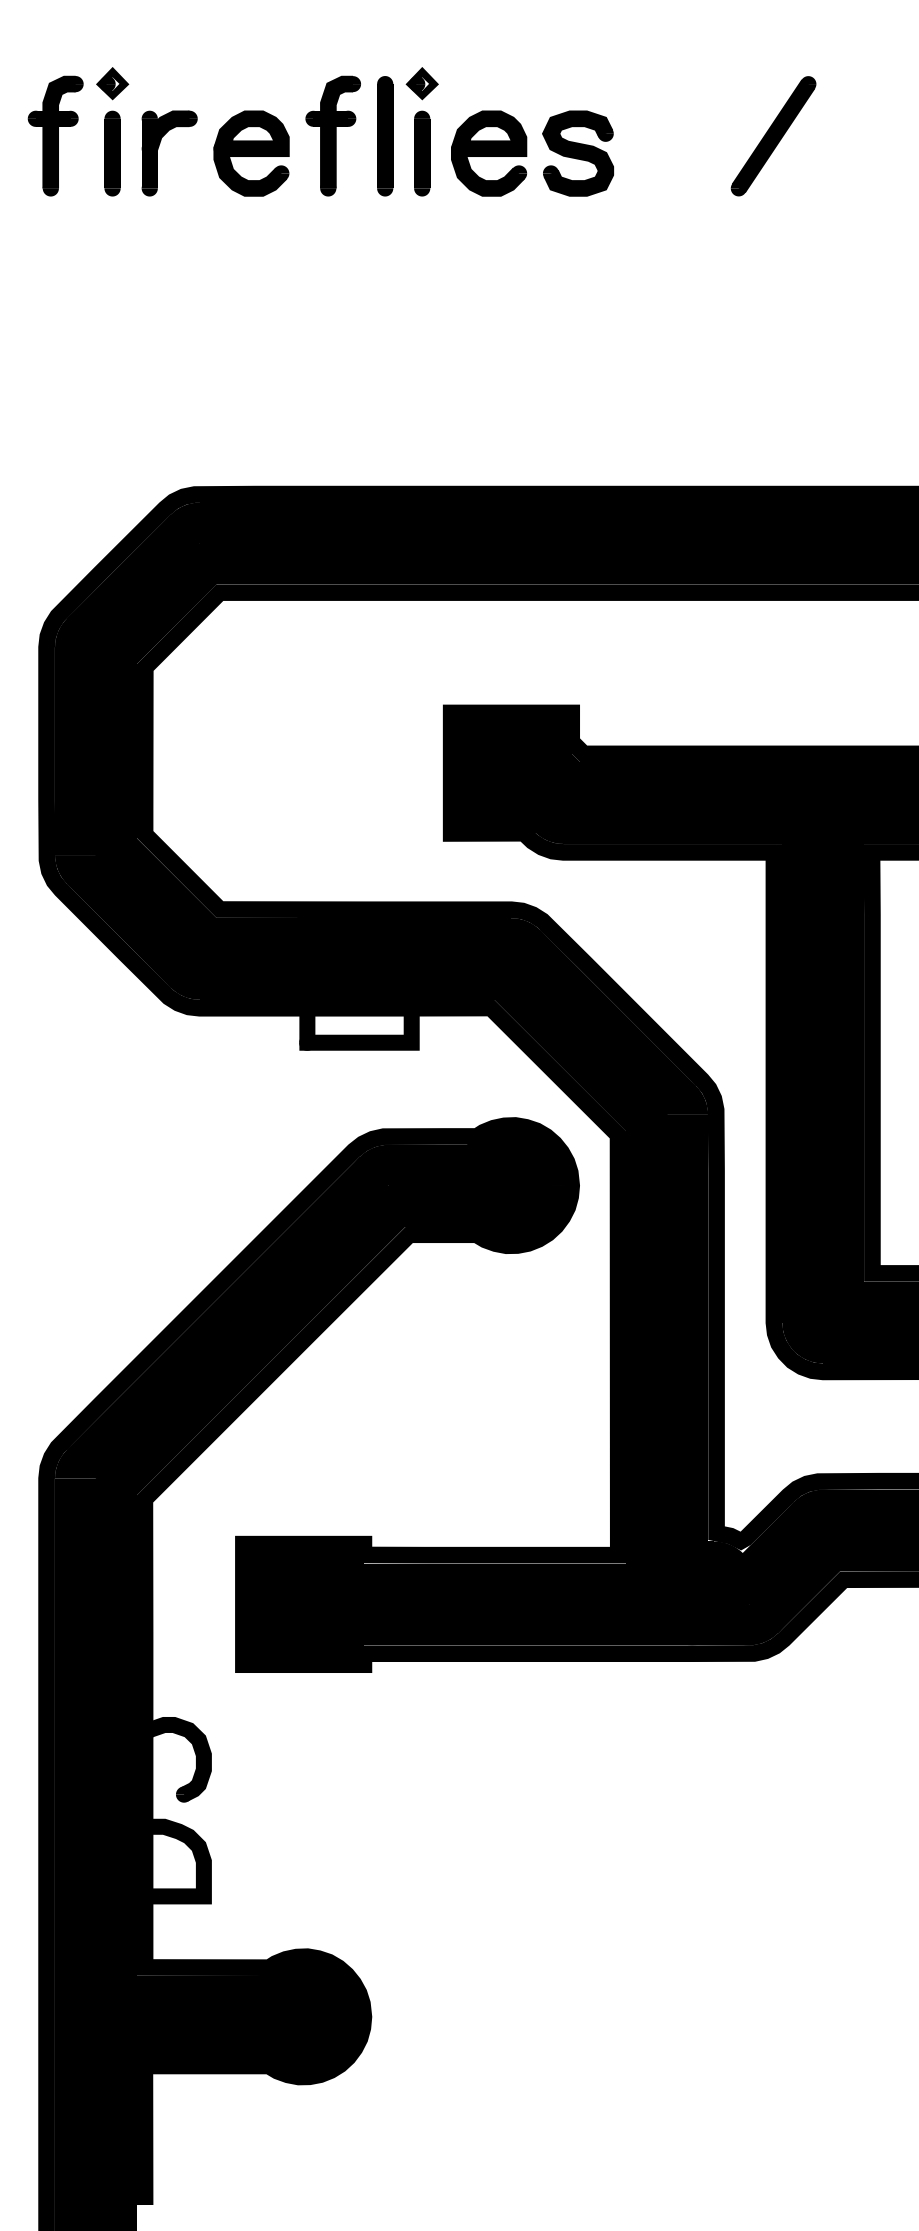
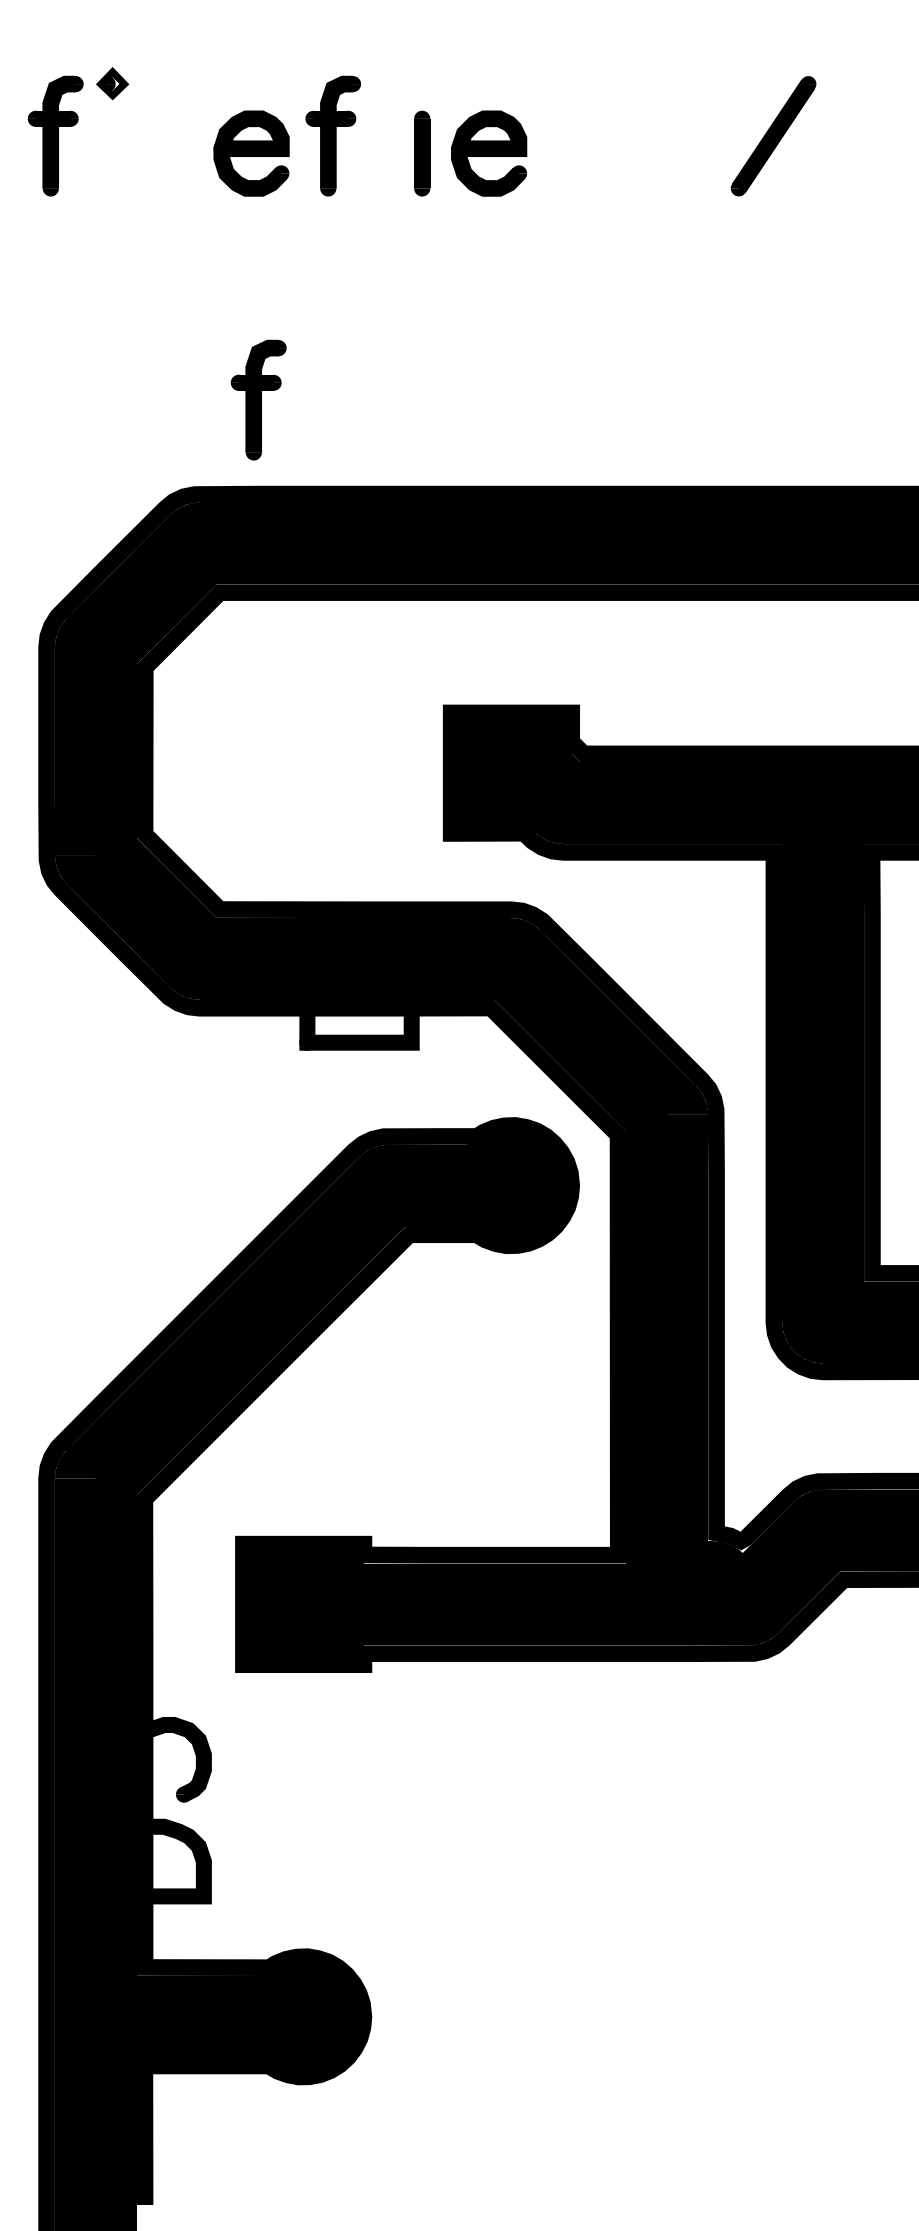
part at (421, 83): present -> none
part at (385, 136): present -> none
part at (158, 149): present -> none
part at (112, 153): present -> none
part at (578, 153): present -> none
part at (258, 399): none -> present
